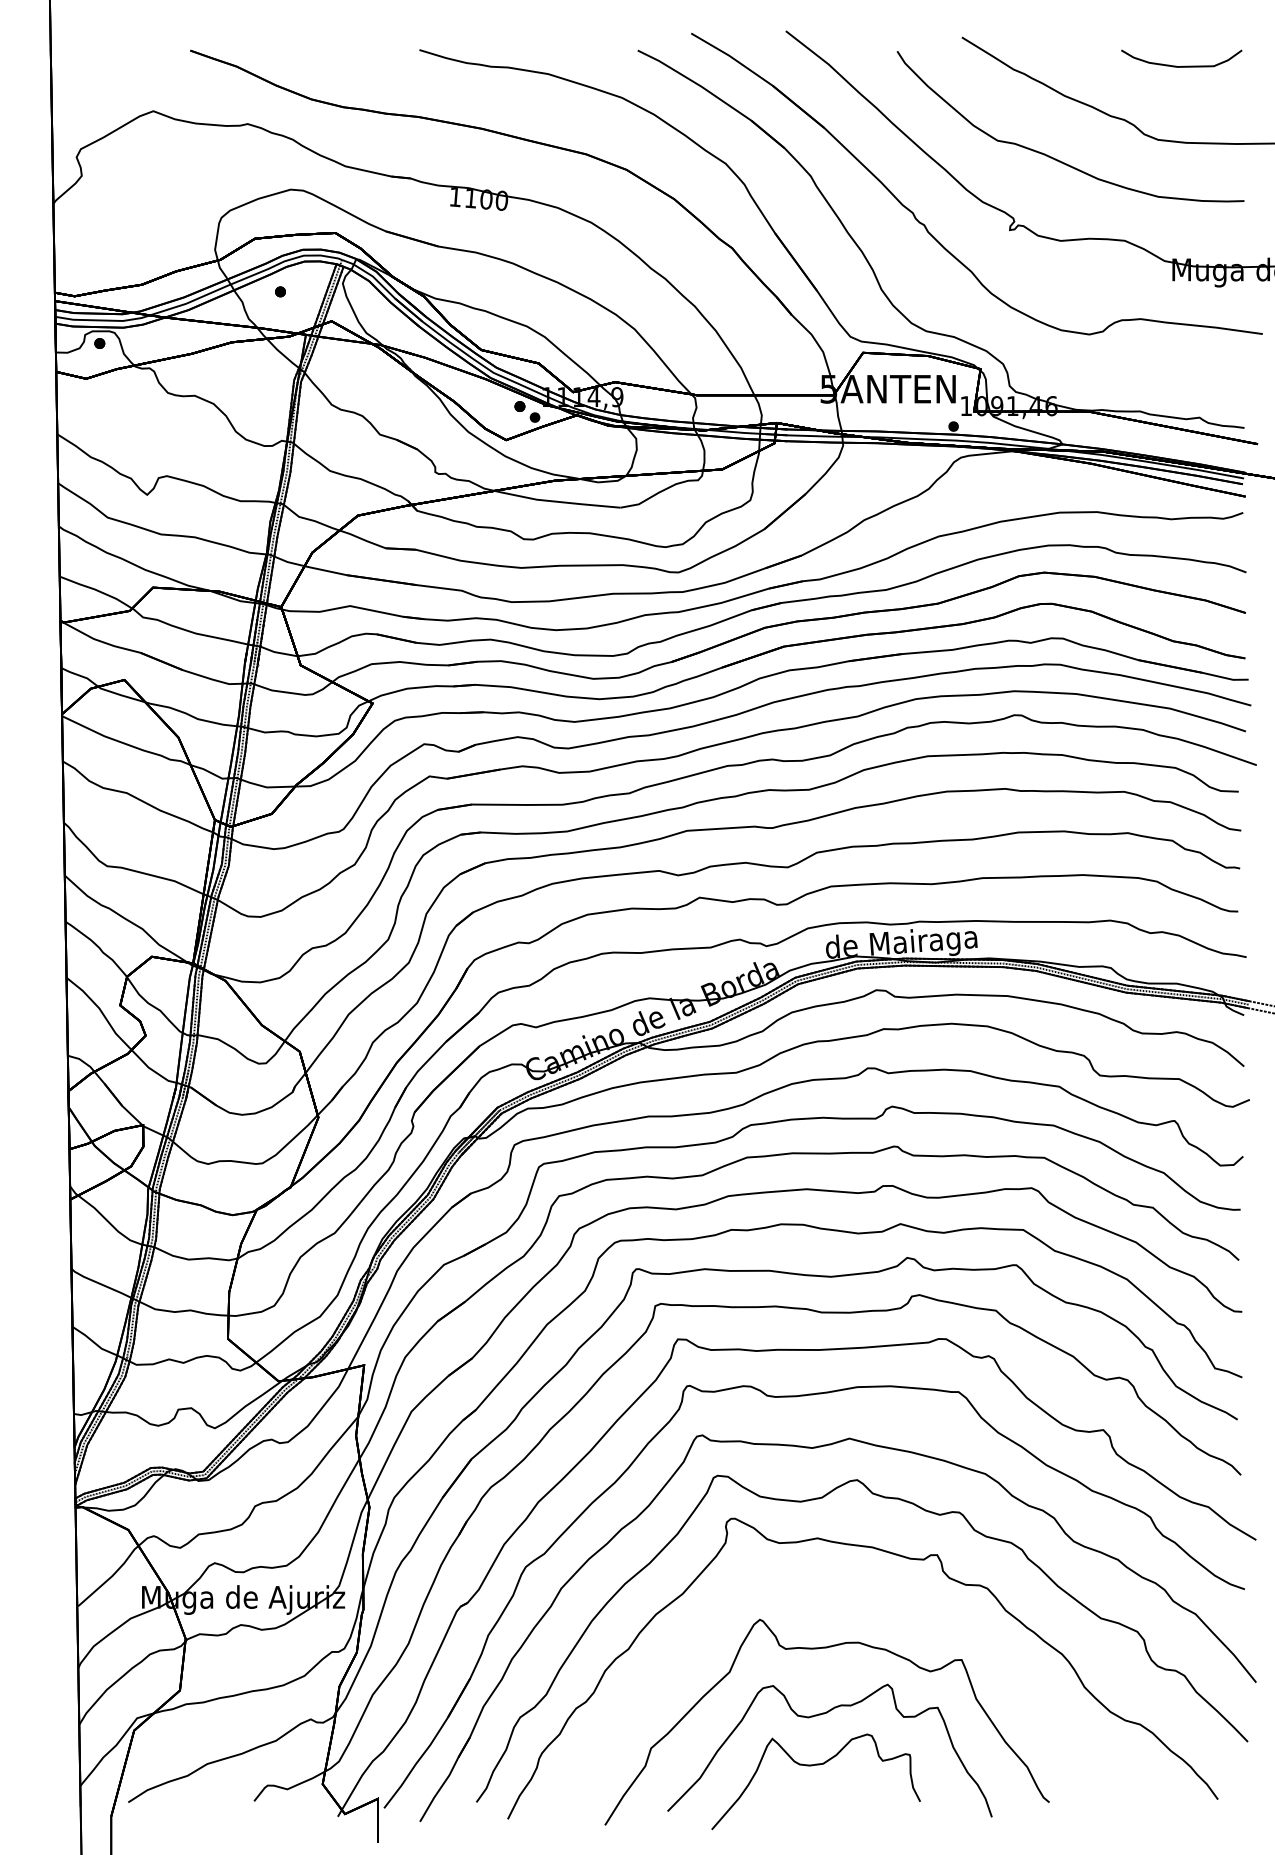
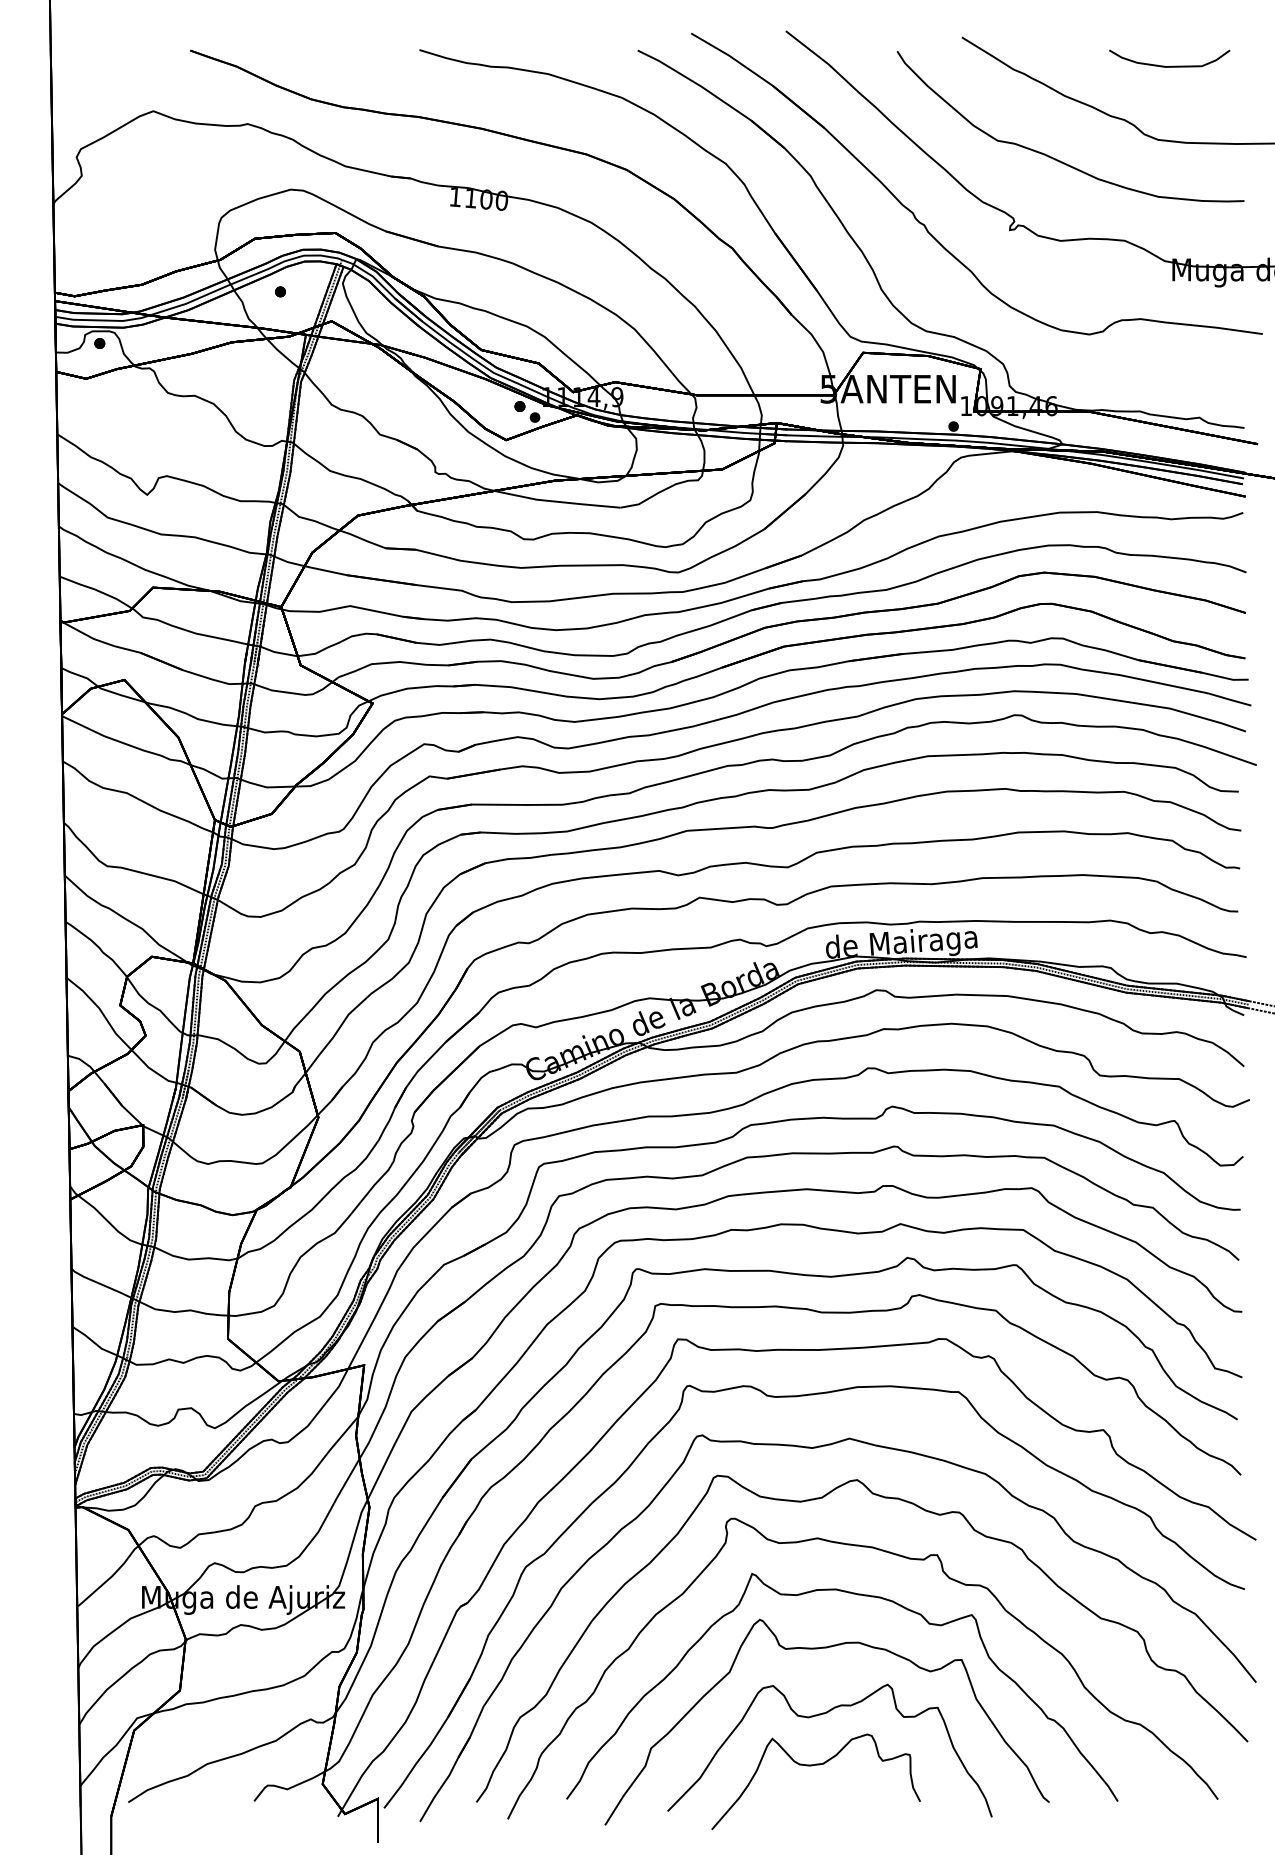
part at (1183, 65) position: (1183, 65) -> (1171, 65)
part at (857, 1595): none -> present
